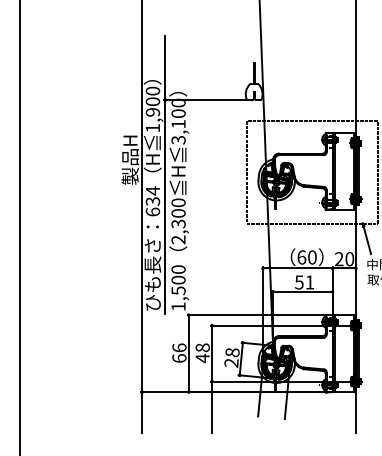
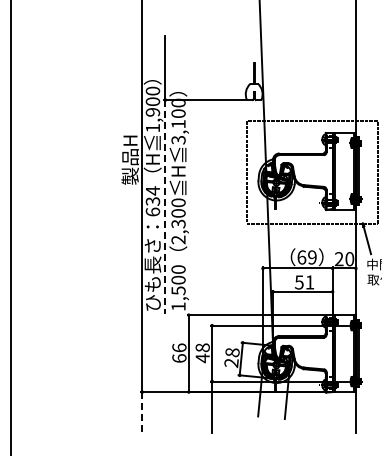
line at (165, 206): solid -> dashed
line at (20, 227) position: (20, 227) -> (11, 227)
text at (312, 257): 60 -> 69
line at (142, 412): solid -> dashed
